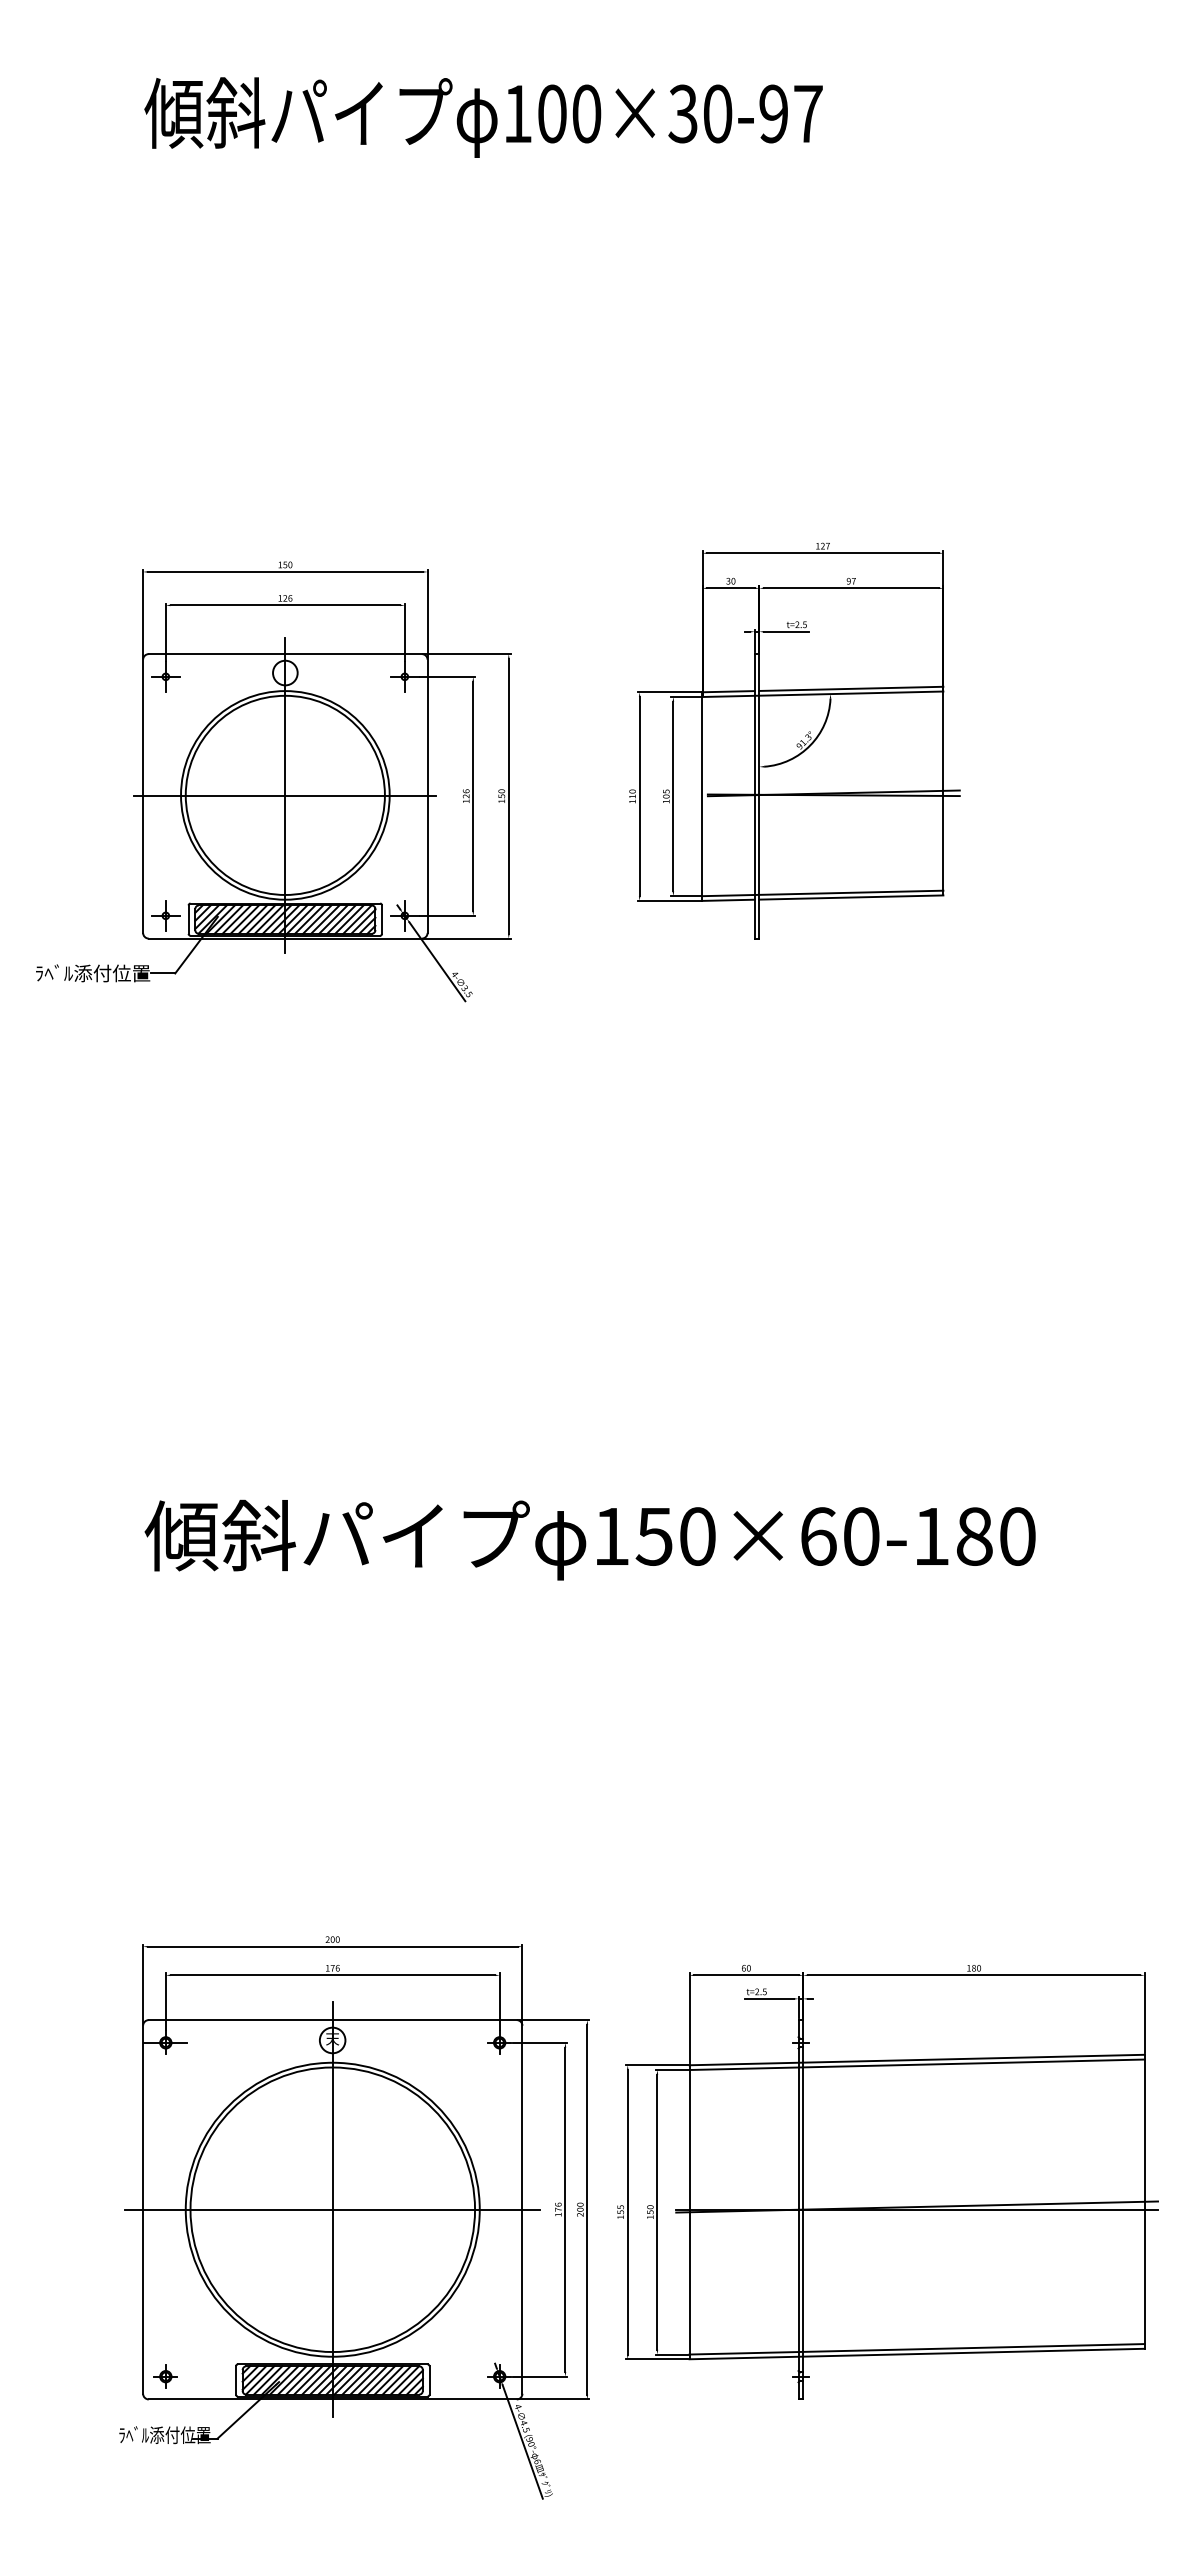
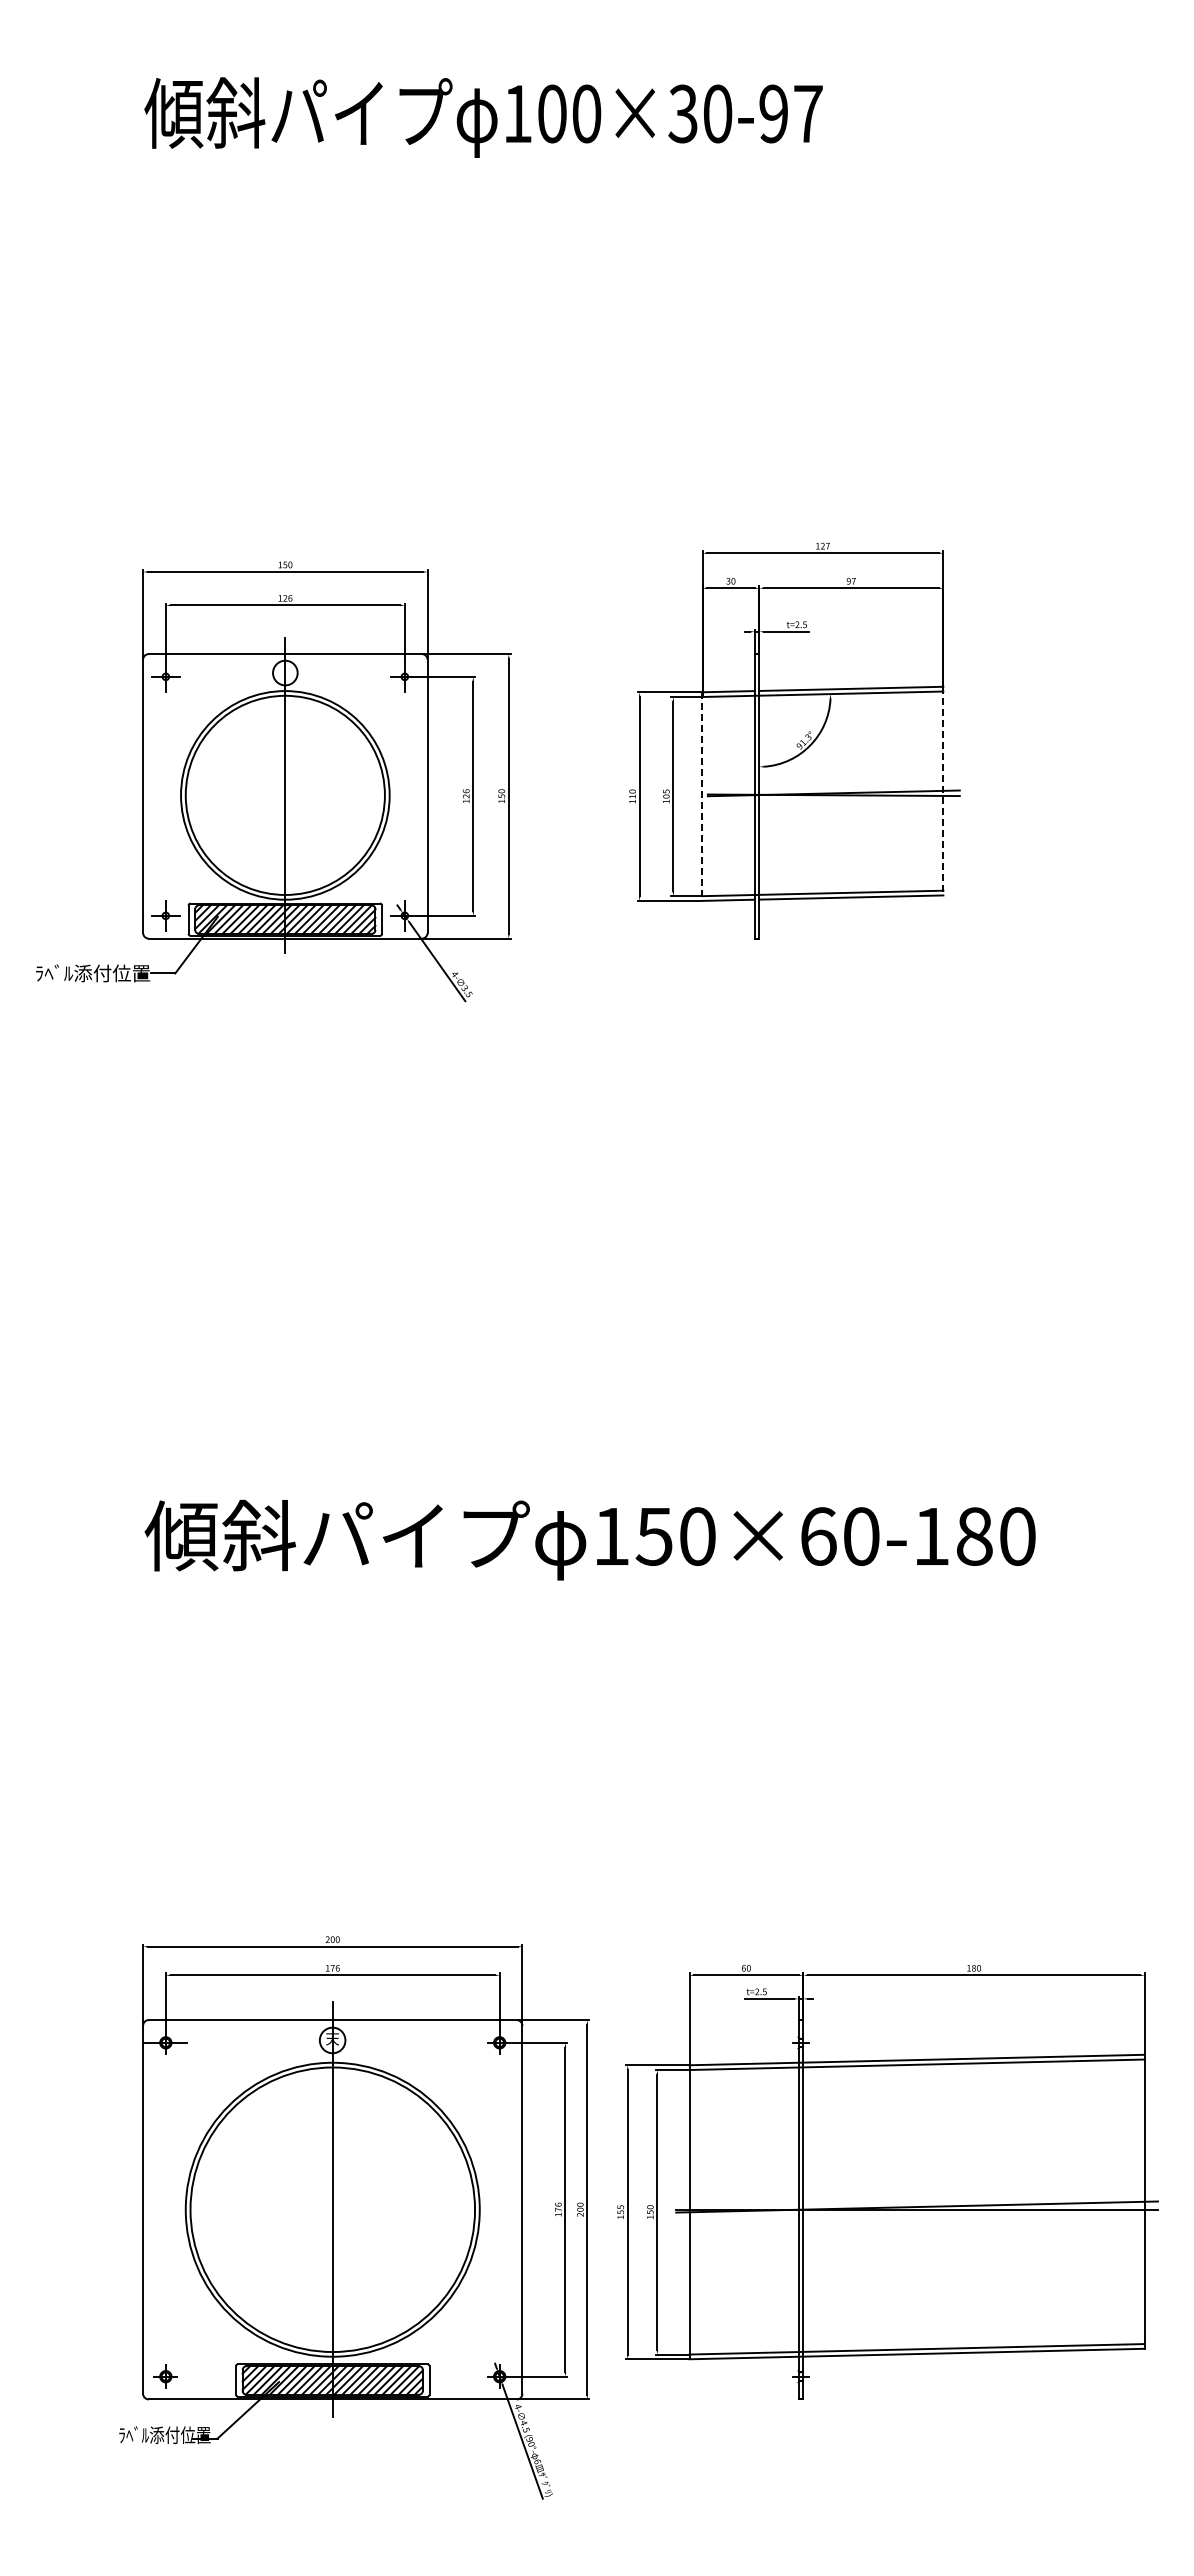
line at (943, 791): solid -> dashed
line at (284, 796): present -> none
line at (702, 797): solid -> dashed
line at (332, 2209): present -> none
